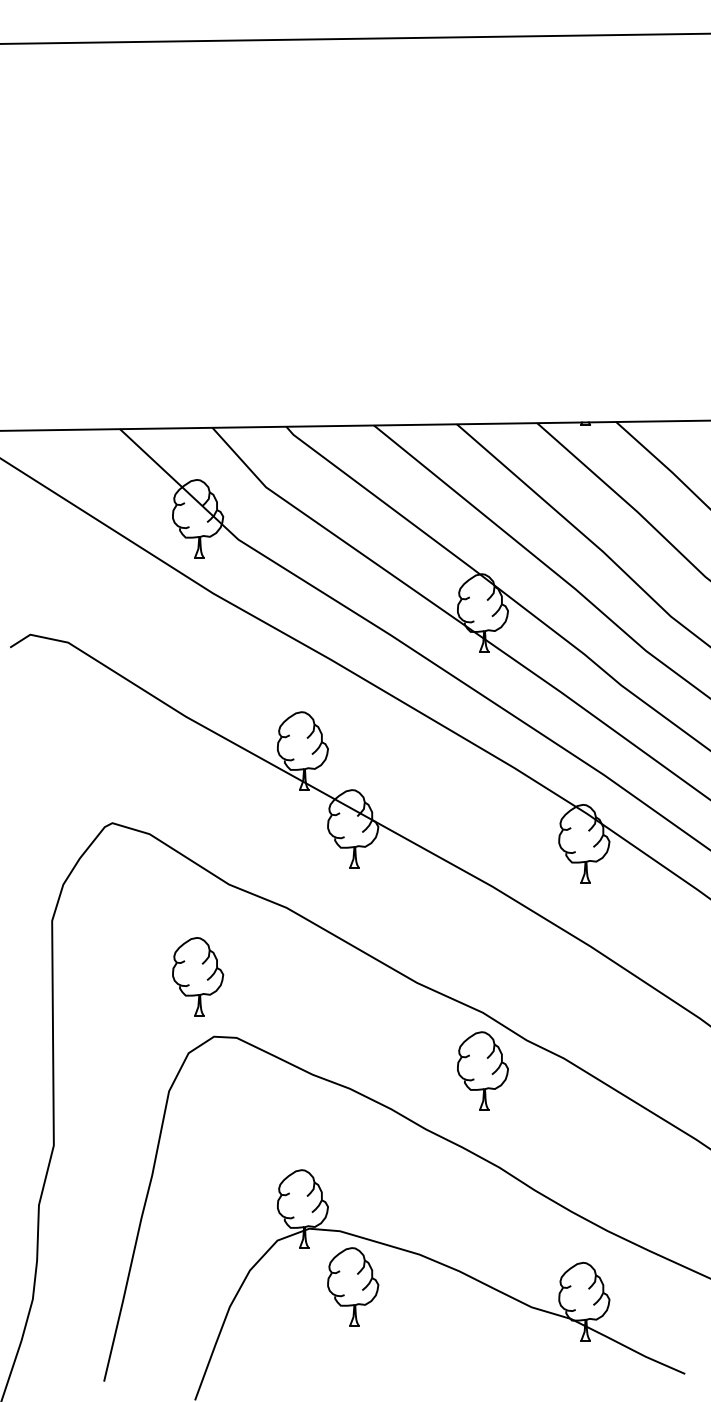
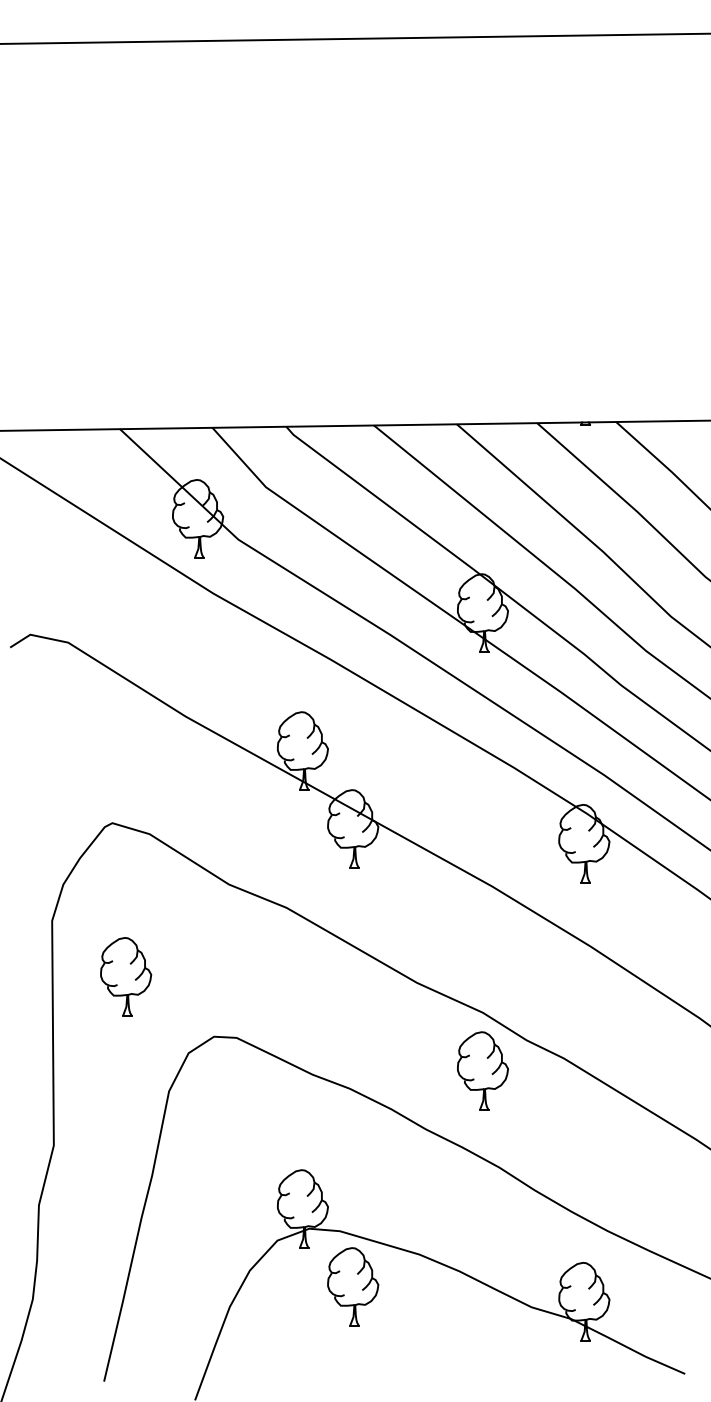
part at (198, 976) position: (198, 976) -> (126, 976)
